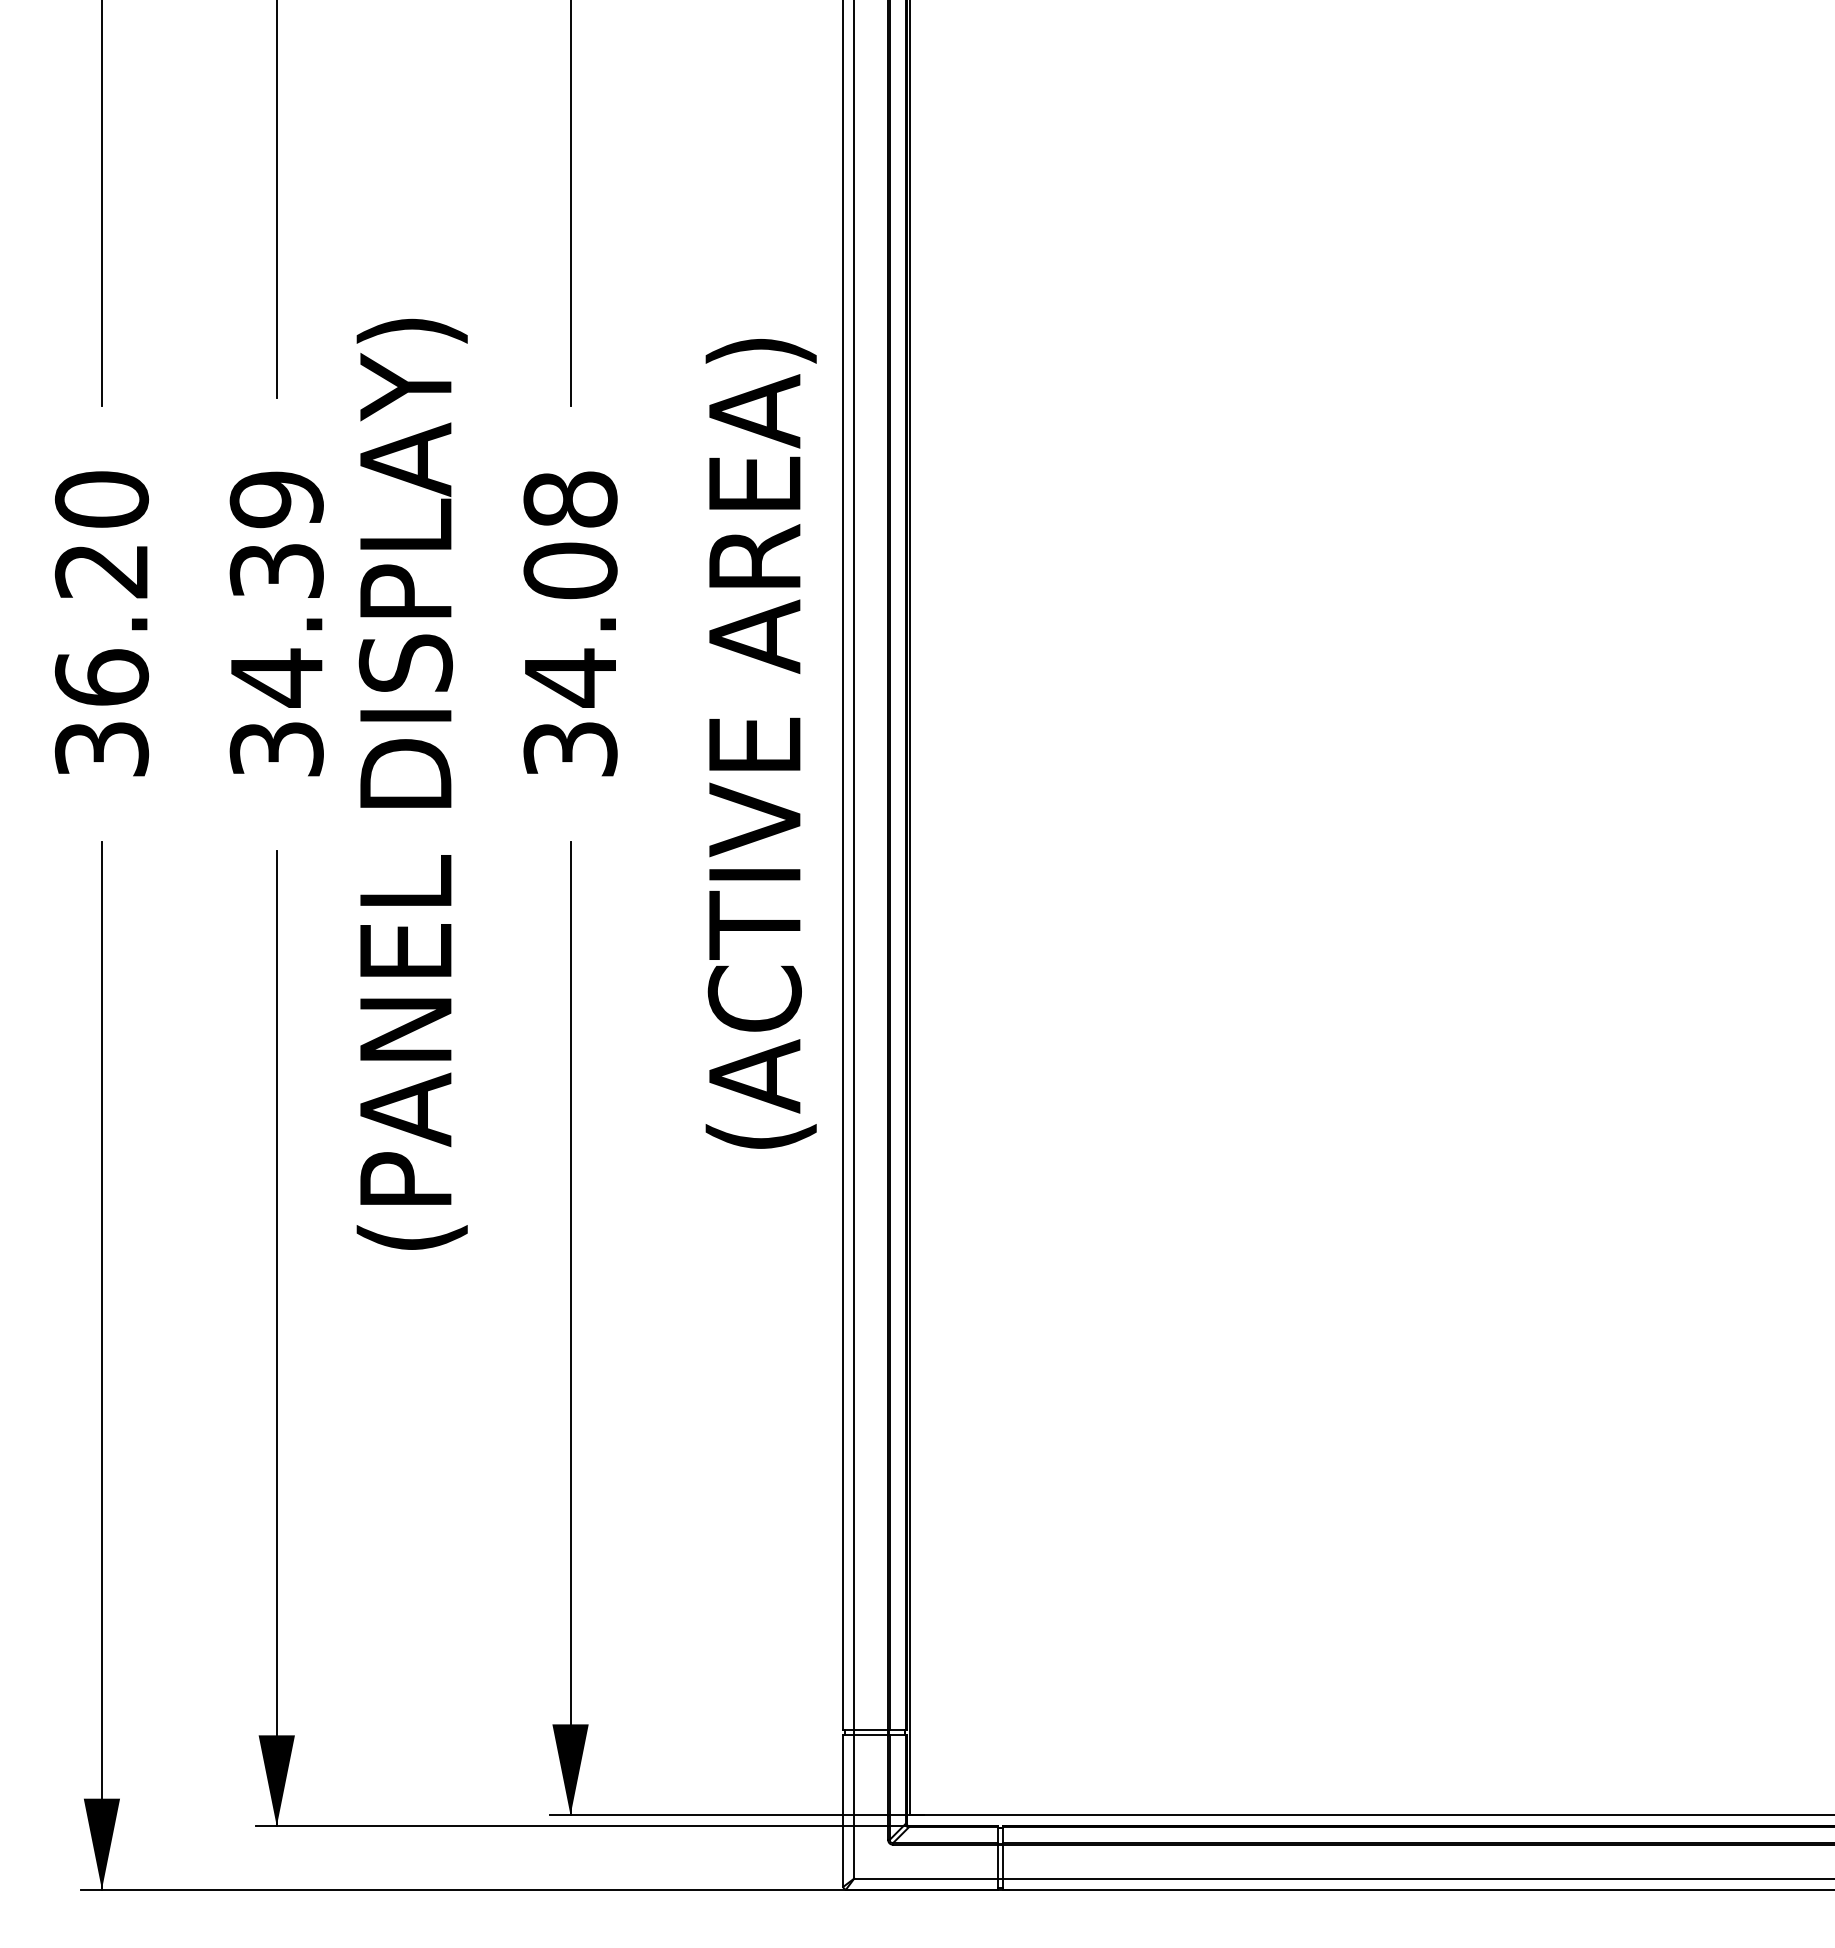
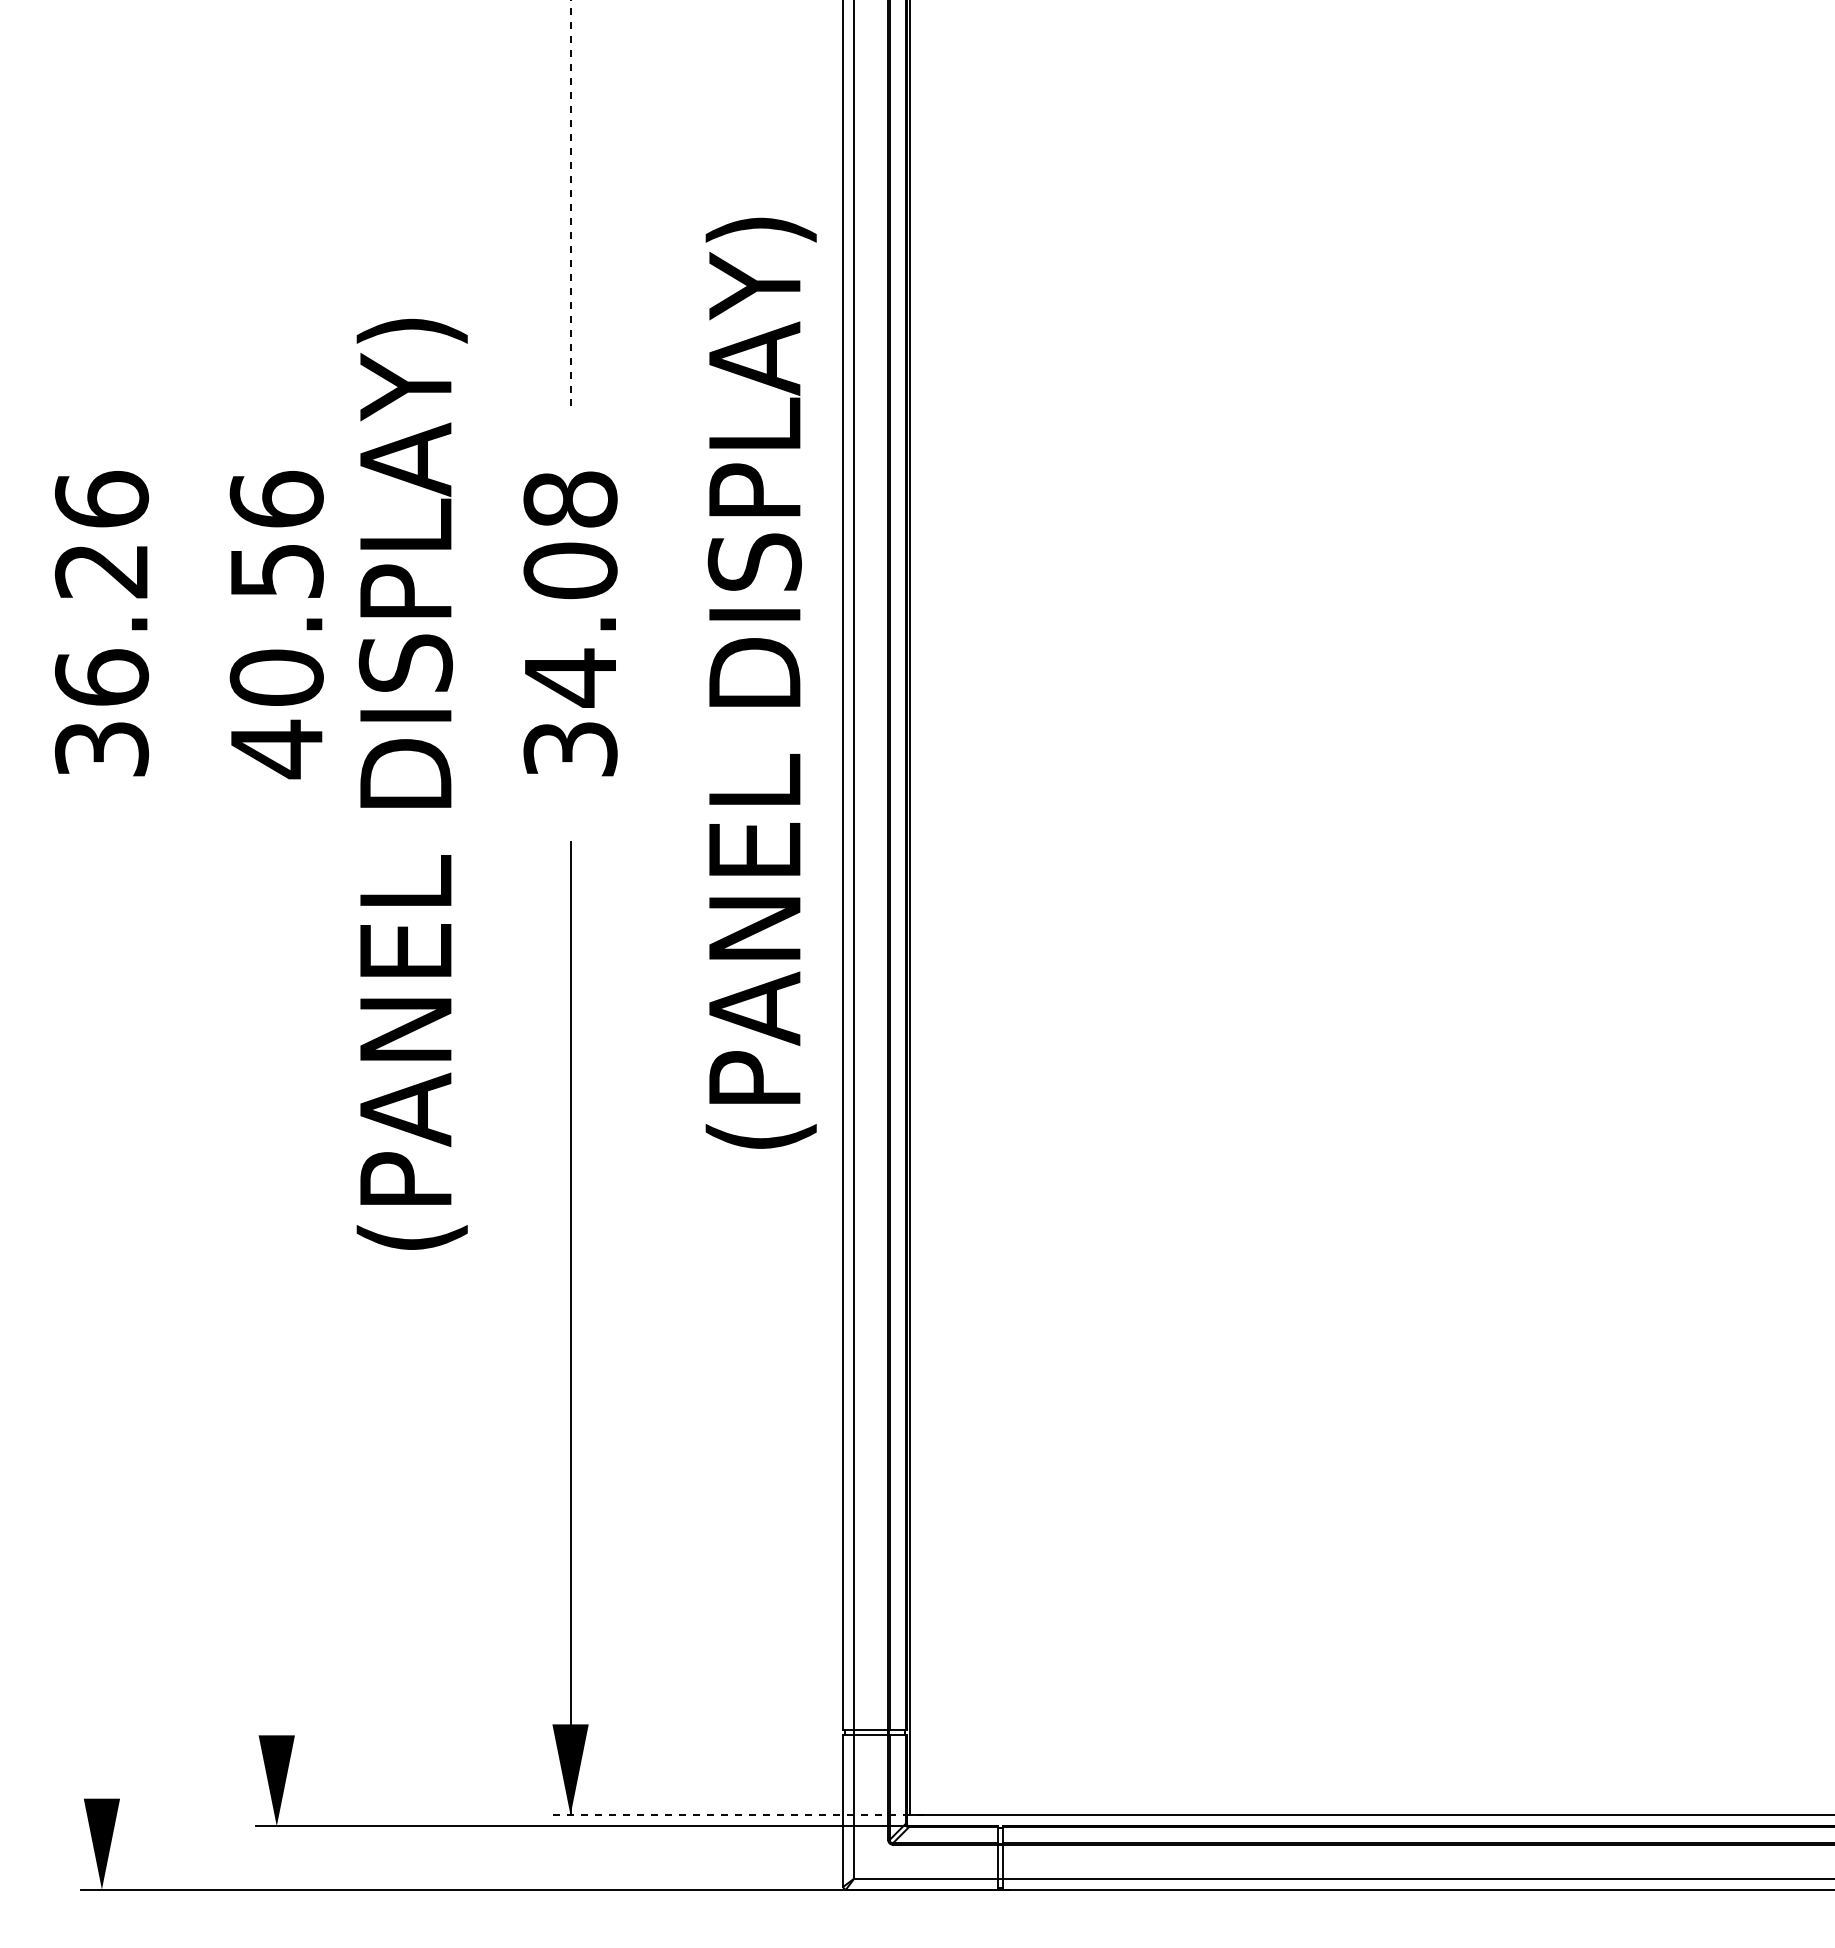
line at (276, 199): present -> none
line at (570, 203): solid -> dashed
line at (101, 204): present -> none
text at (101, 499): 36.20 -> 36.26
text at (276, 625): 34.39 -> 40.56
text at (760, 665): (ACTIVE AREA) -> (PANEL DISPLAY)
line at (276, 1338): present -> none
line at (101, 1365): present -> none
line at (736, 1815): solid -> dashed
